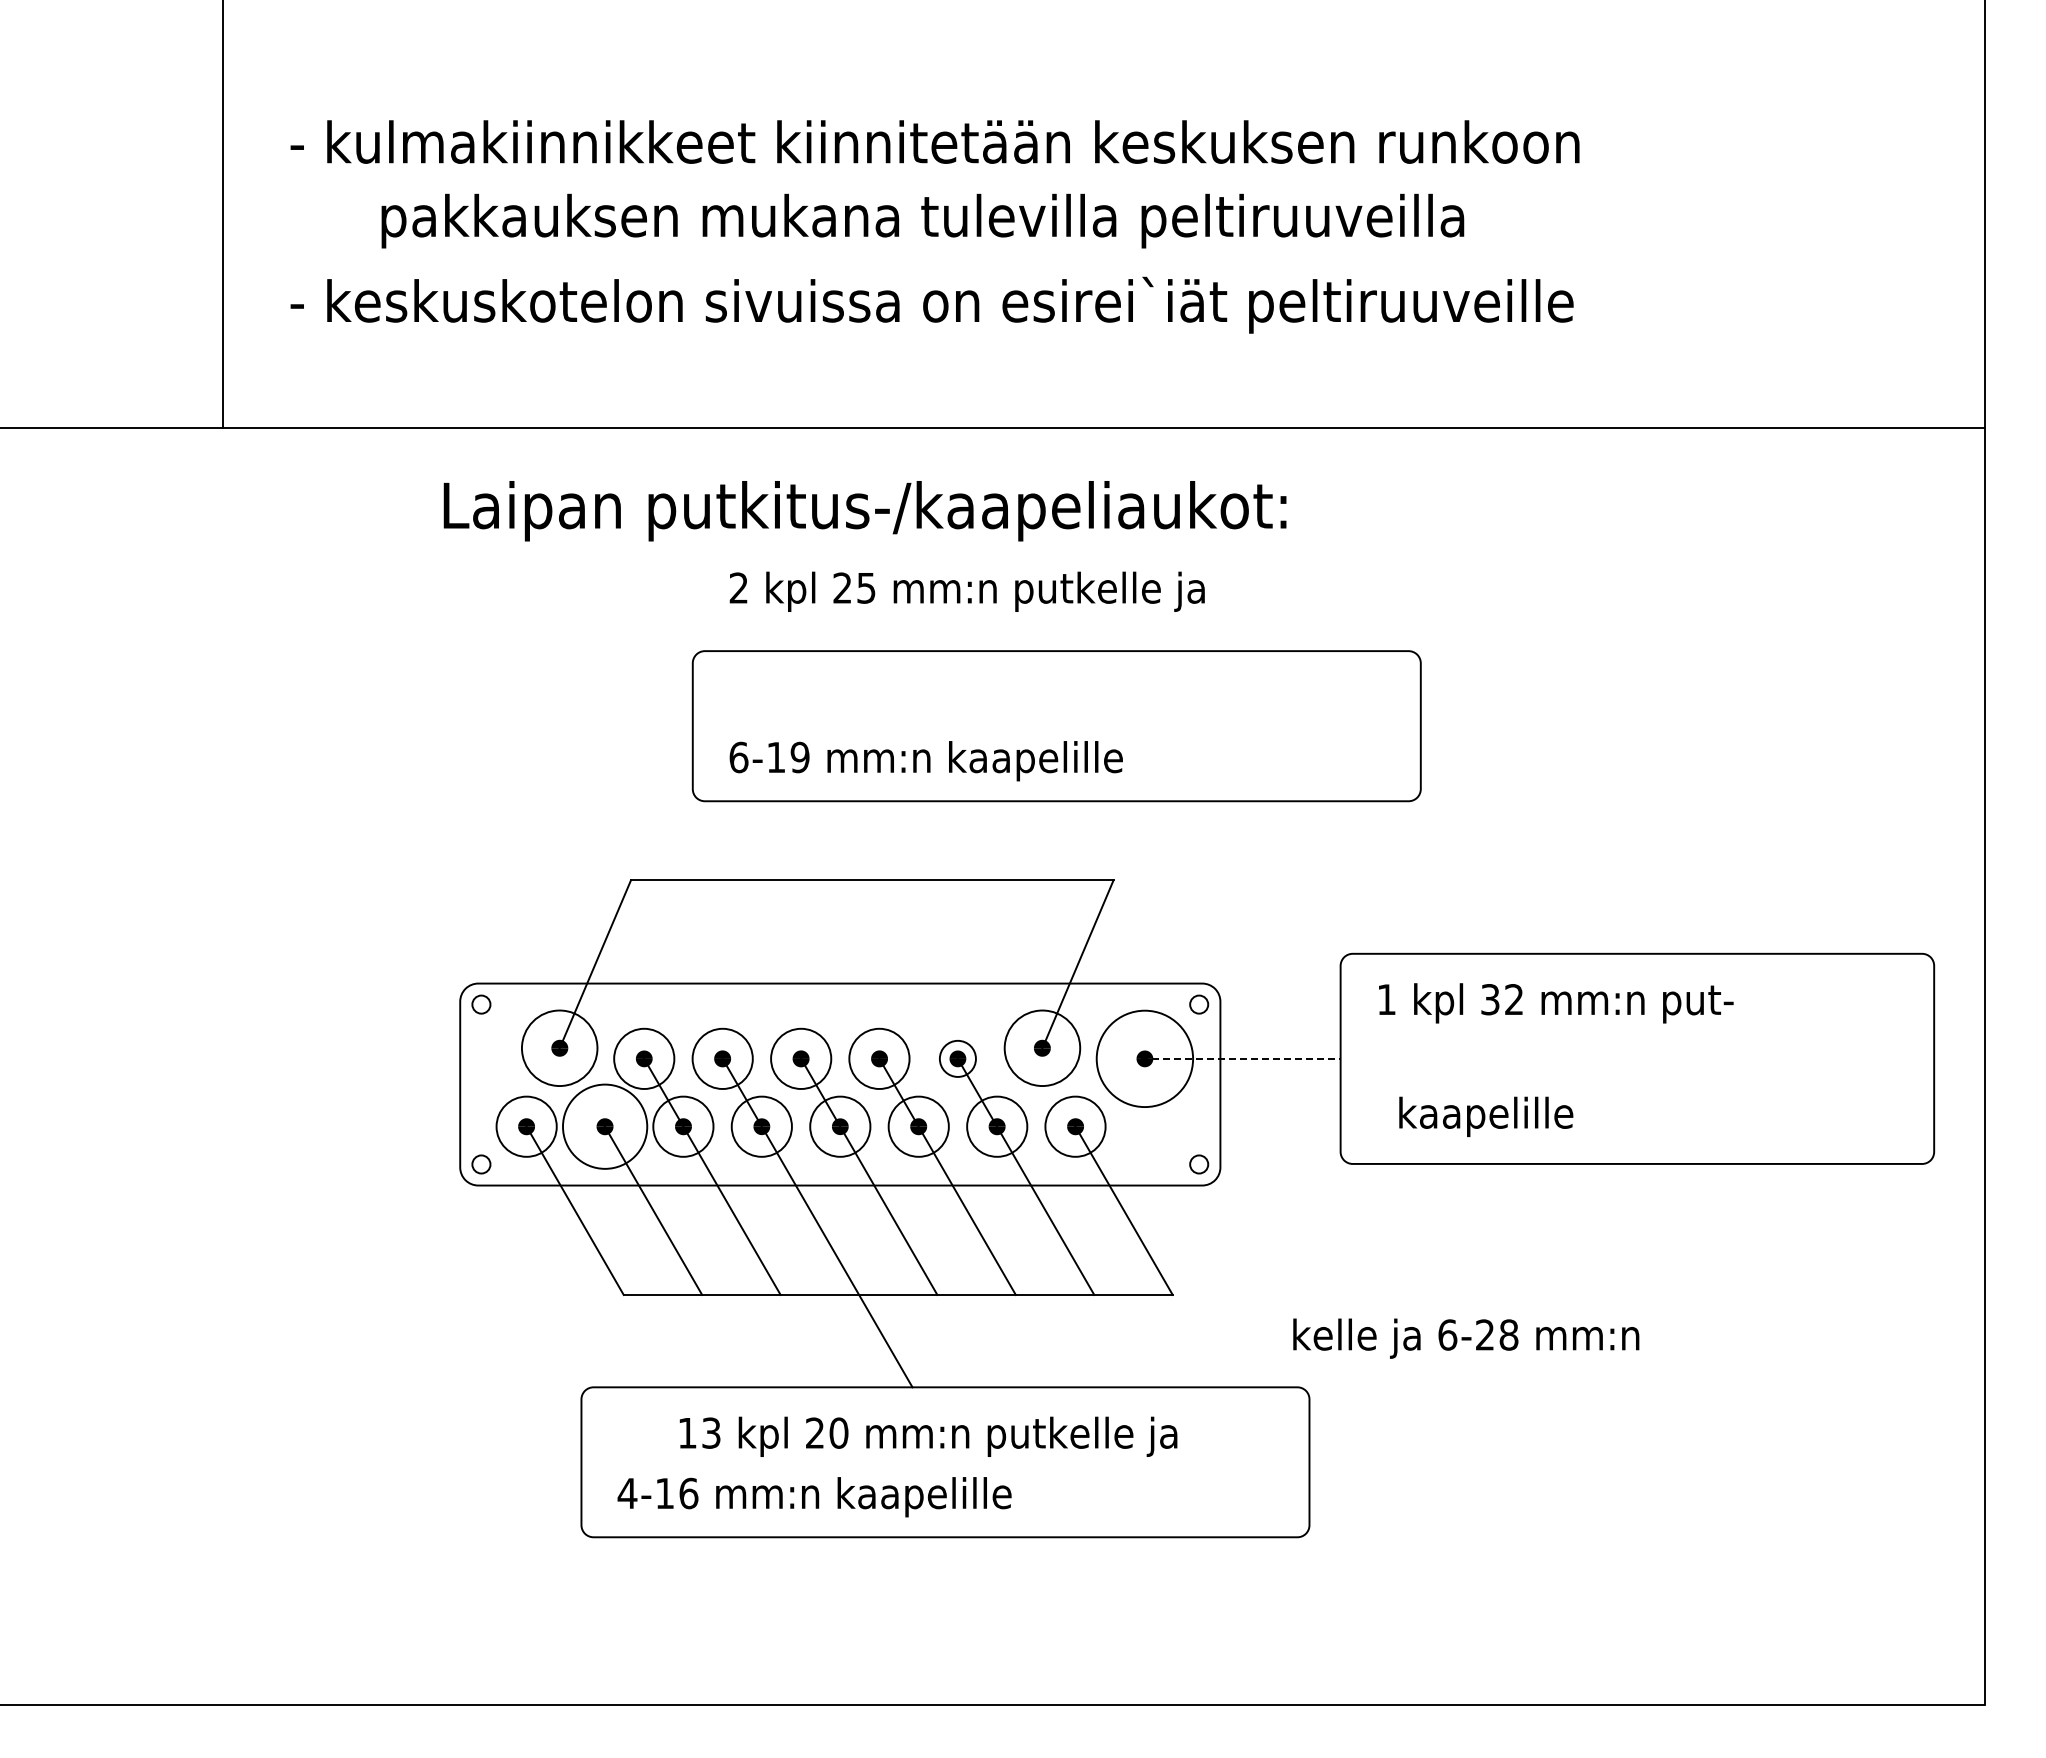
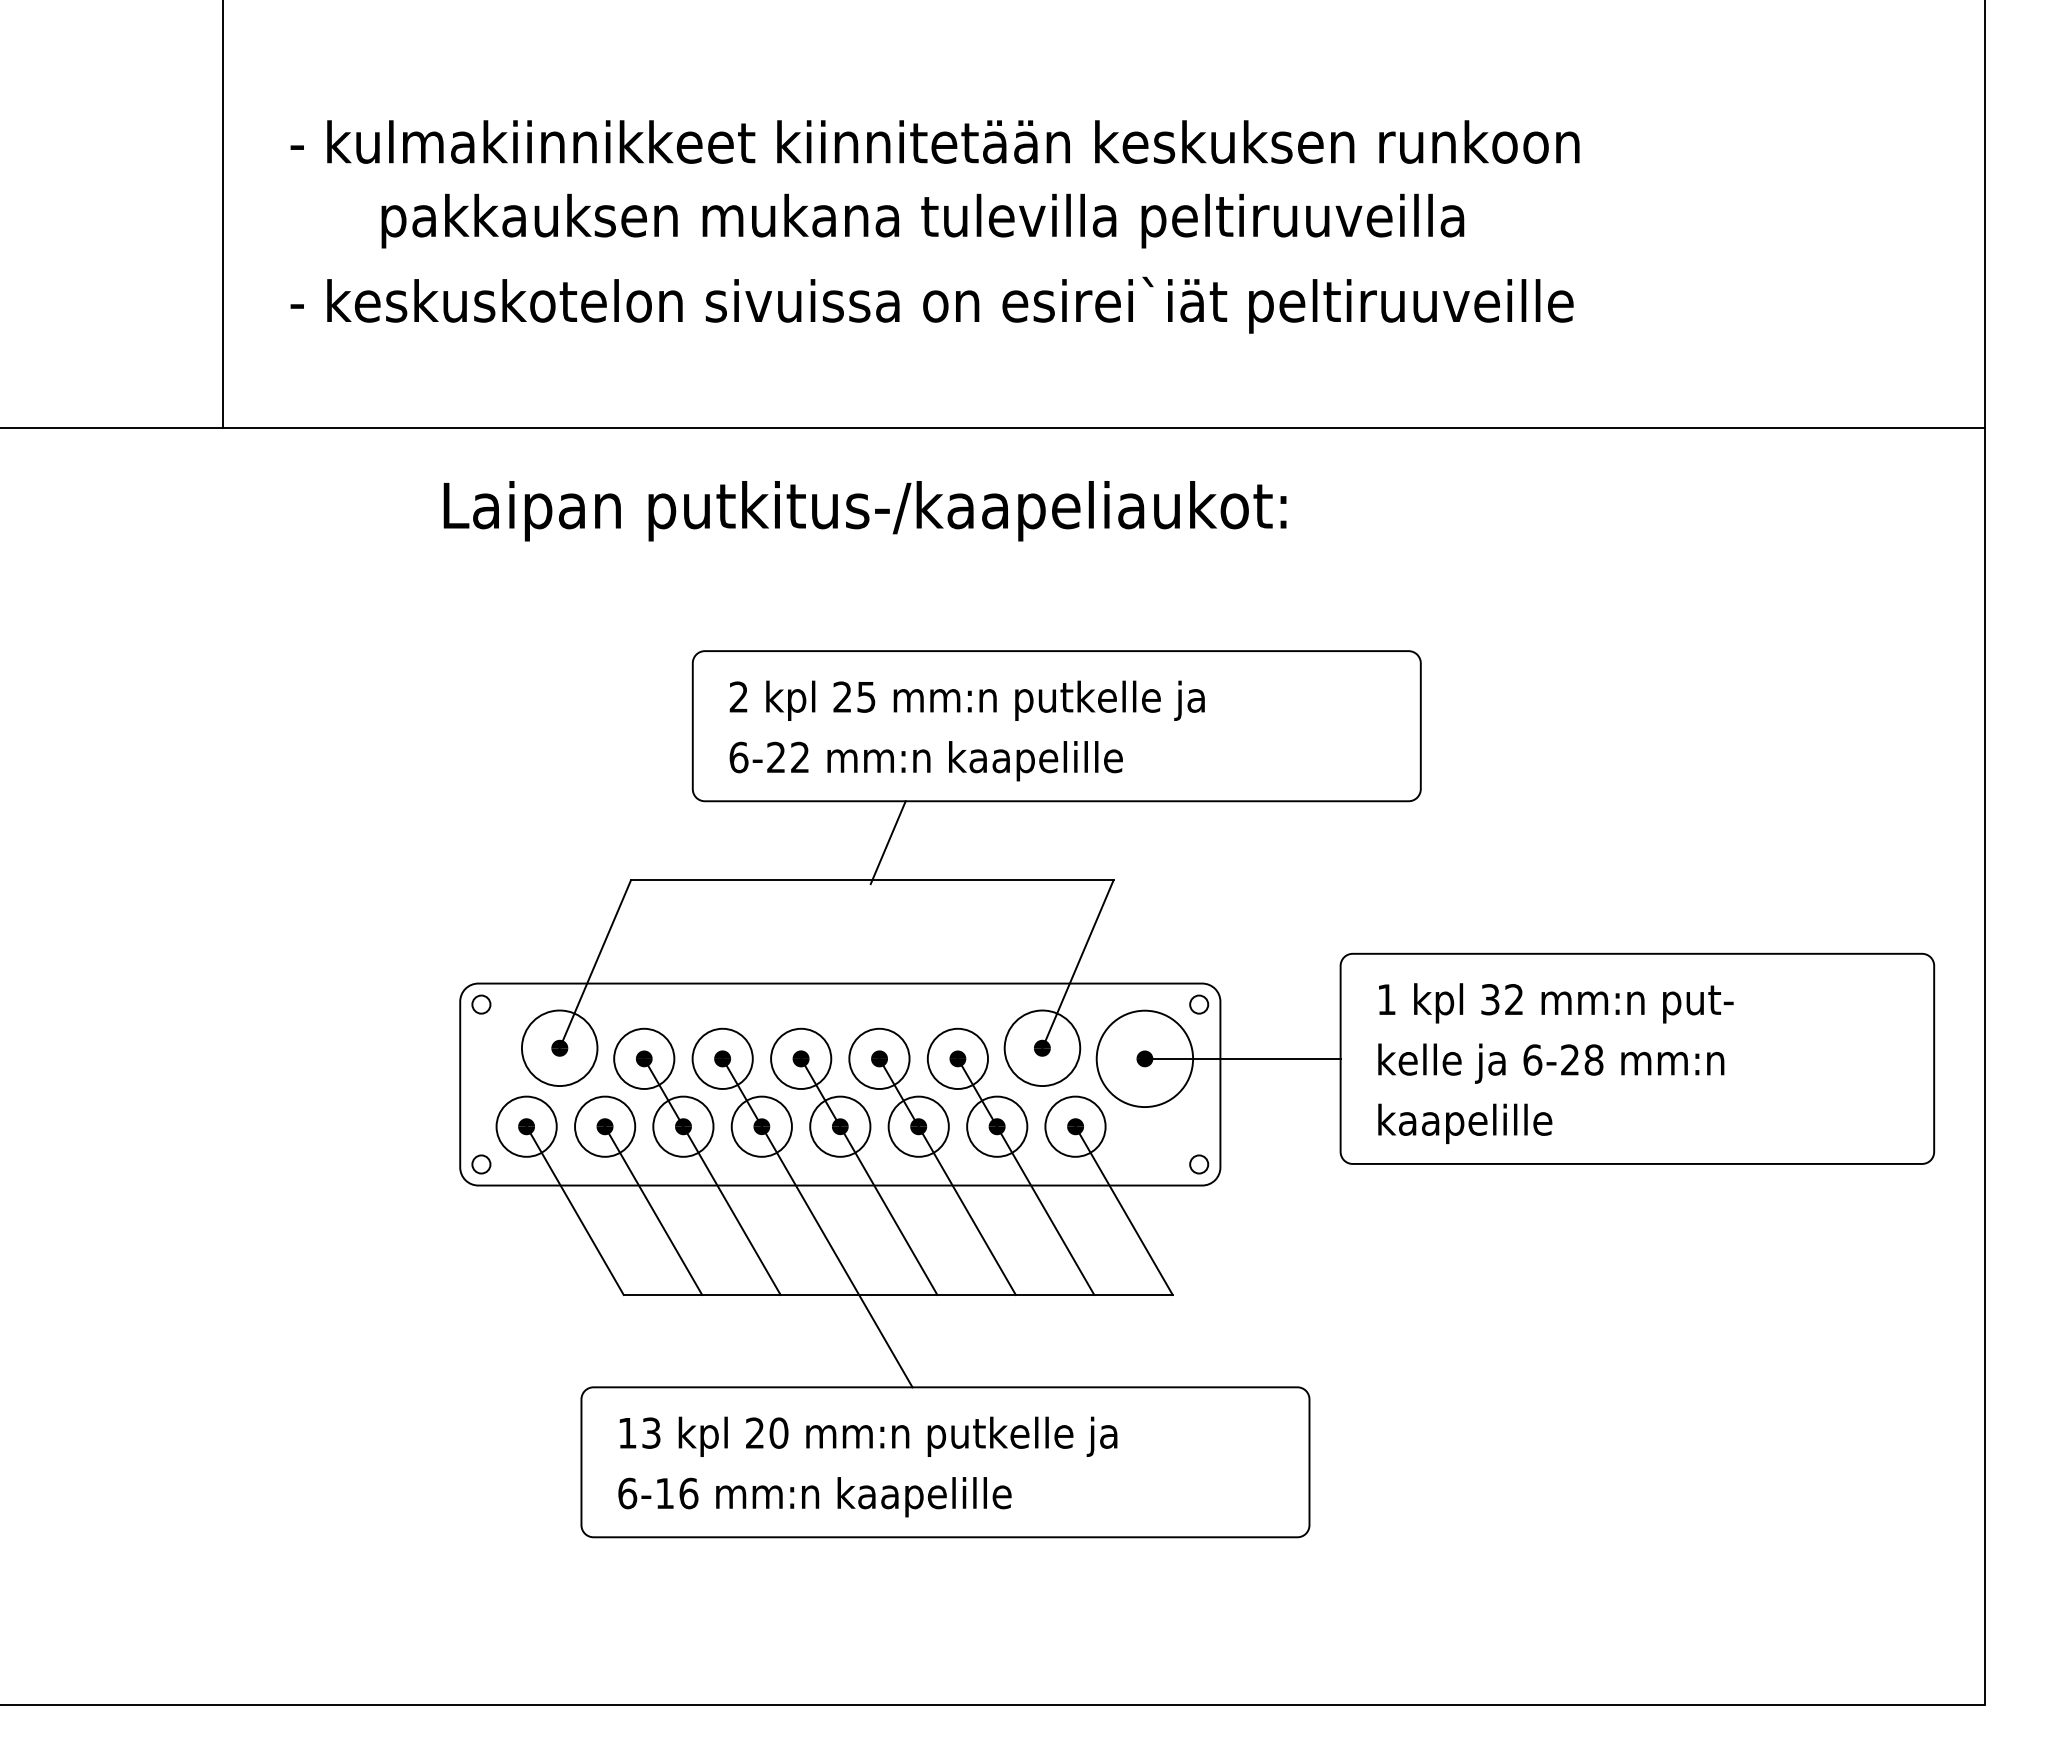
text at (966, 591) position: (966, 591) -> (966, 700)
text at (788, 757): 6-19 -> 6-22
line at (887, 842): none -> present
circle at (957, 1058) diameter: 36 px -> 60 px
line at (1240, 1058): dashed -> solid
text at (1486, 1116) position: (1486, 1116) -> (1465, 1123)
circle at (604, 1126) diameter: 84 px -> 60 px
text at (1466, 1338) position: (1466, 1338) -> (1551, 1063)
text at (928, 1436) position: (928, 1436) -> (868, 1436)
text at (627, 1493): 4-16 -> 6-16
